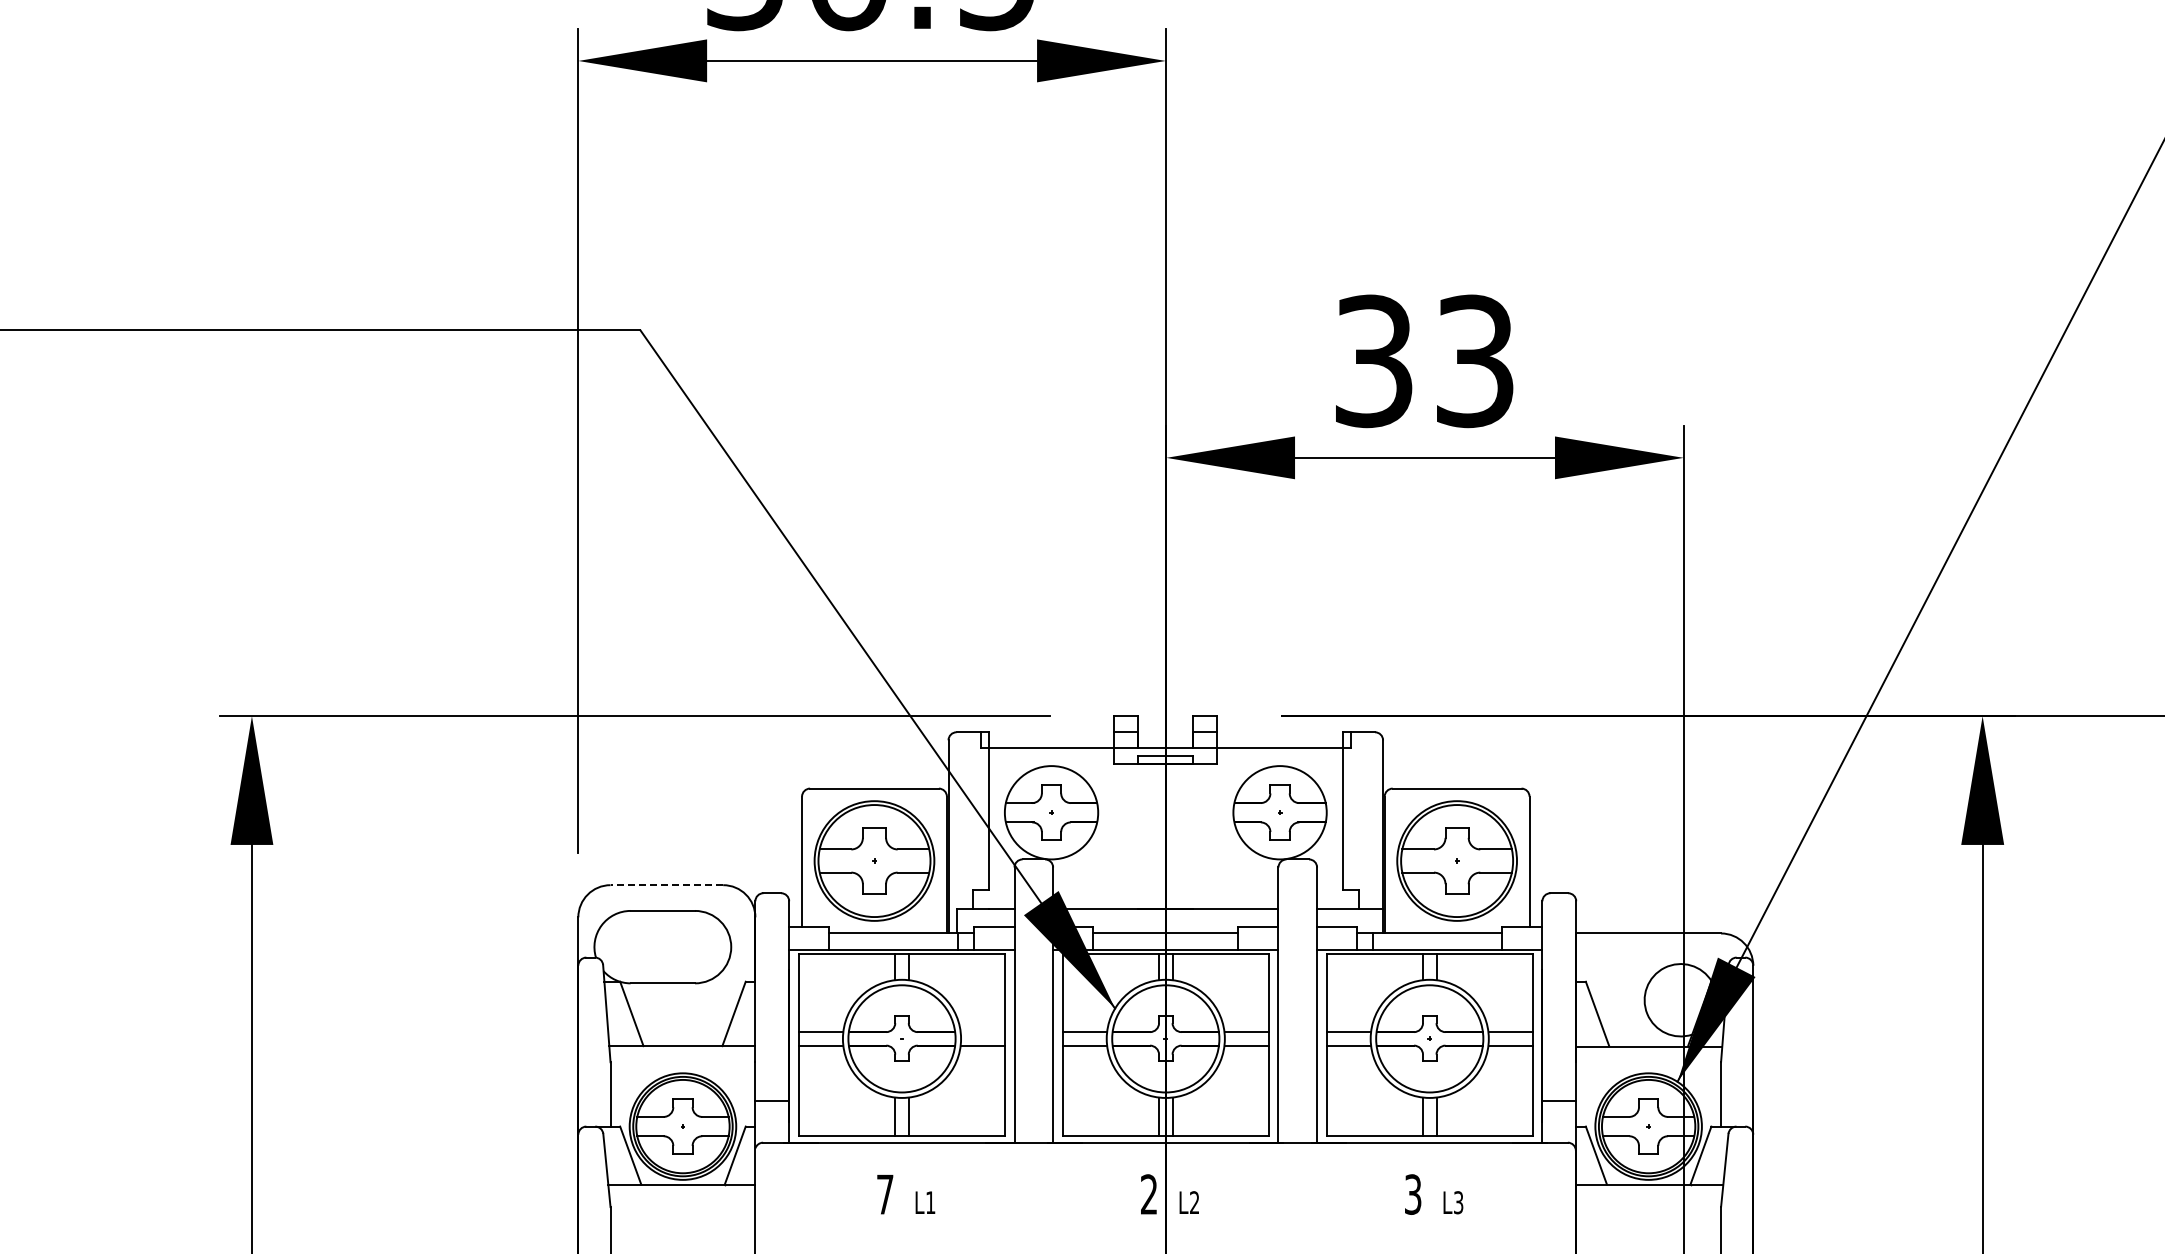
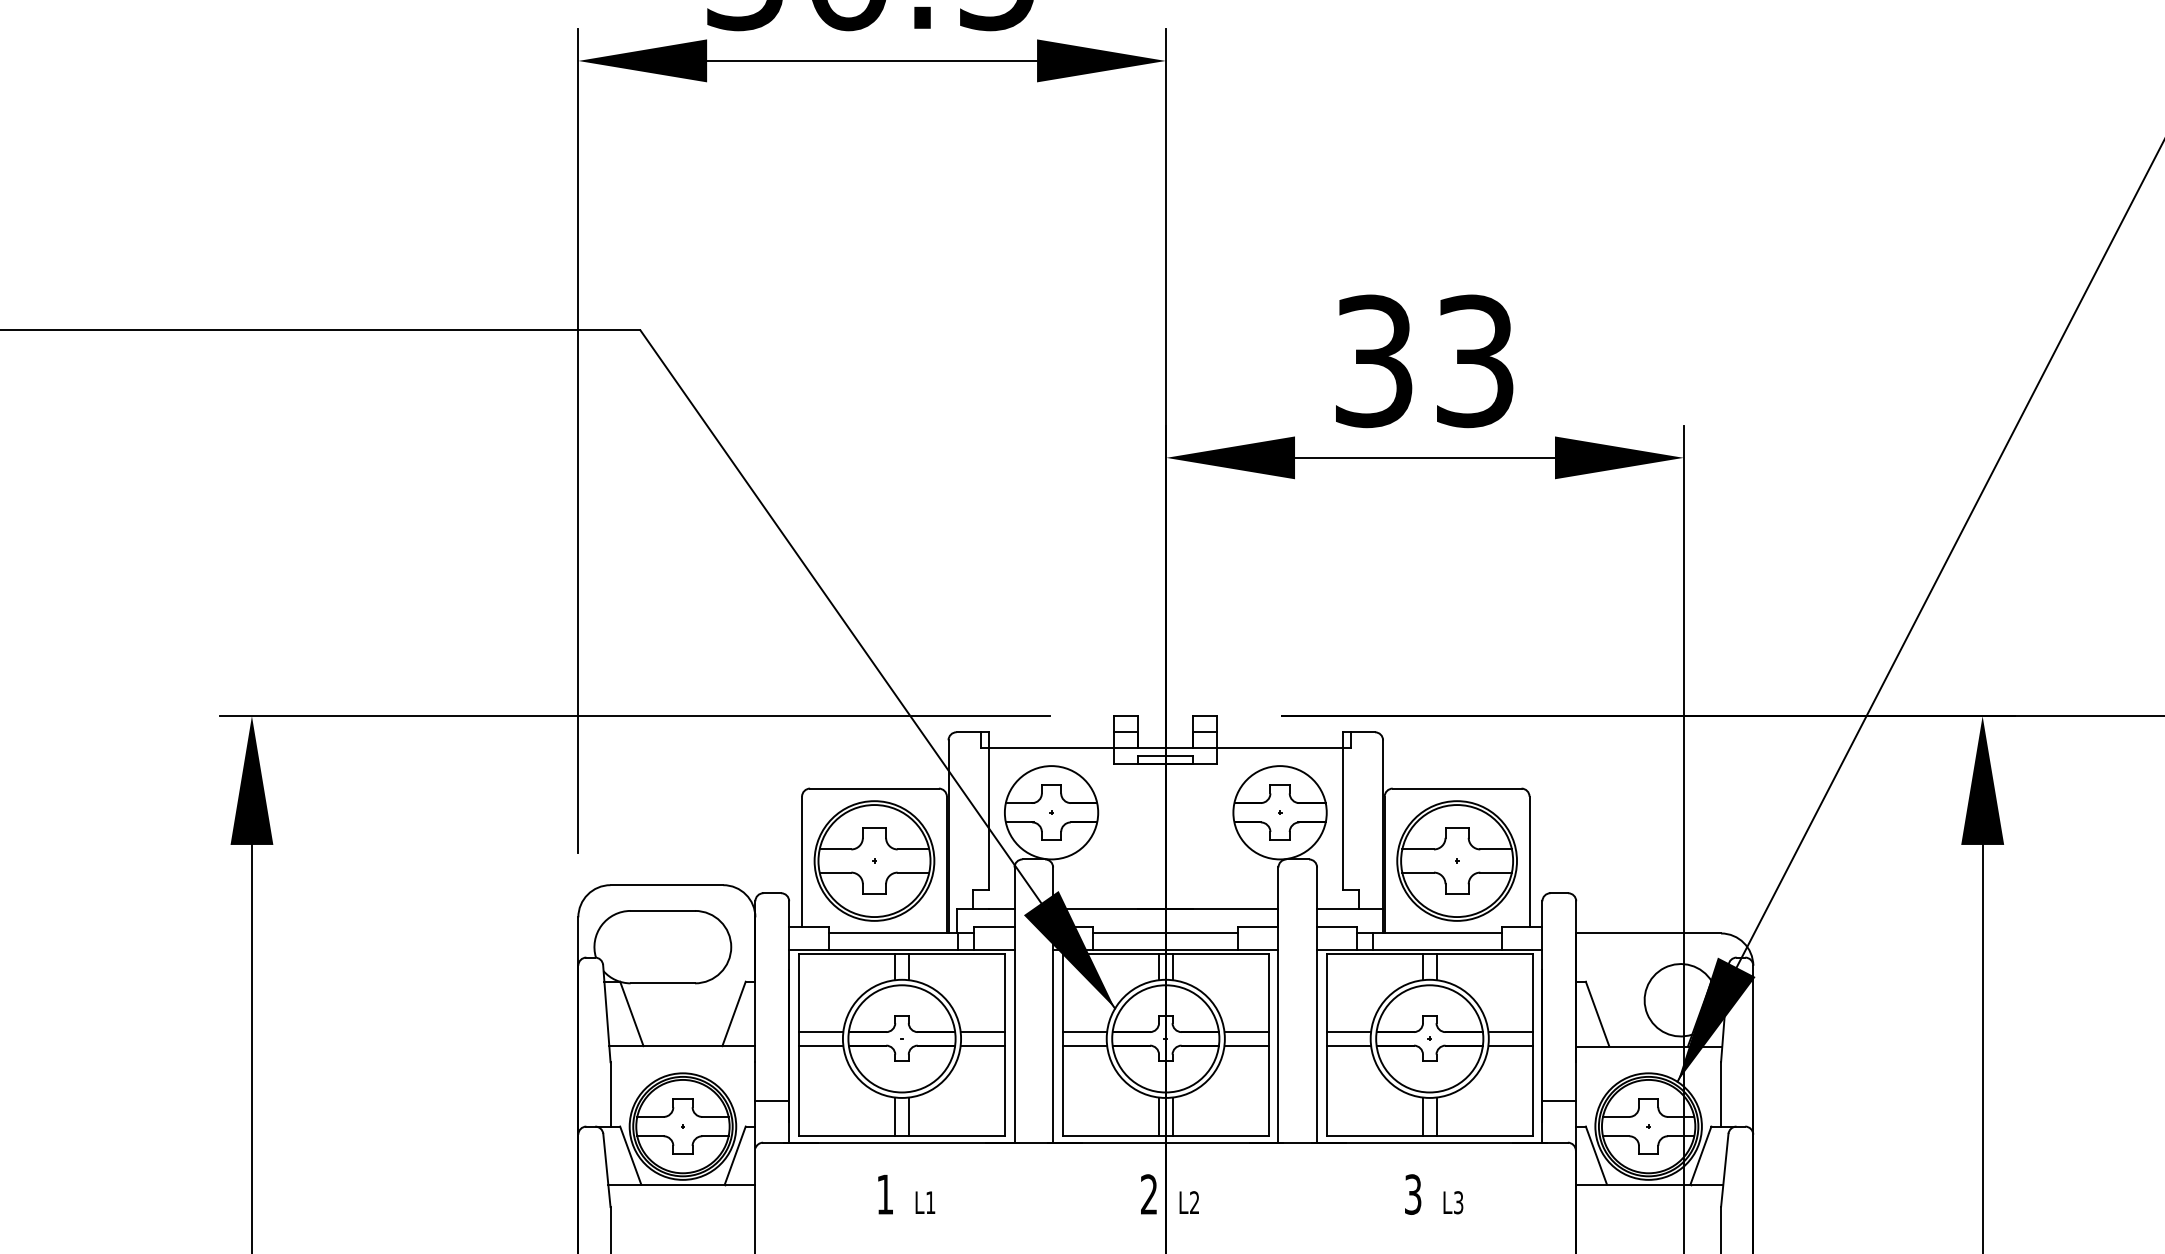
line at (666, 885): dashed -> solid
line at (982, 1032): none -> present
text at (885, 1194): 7 -> 1
